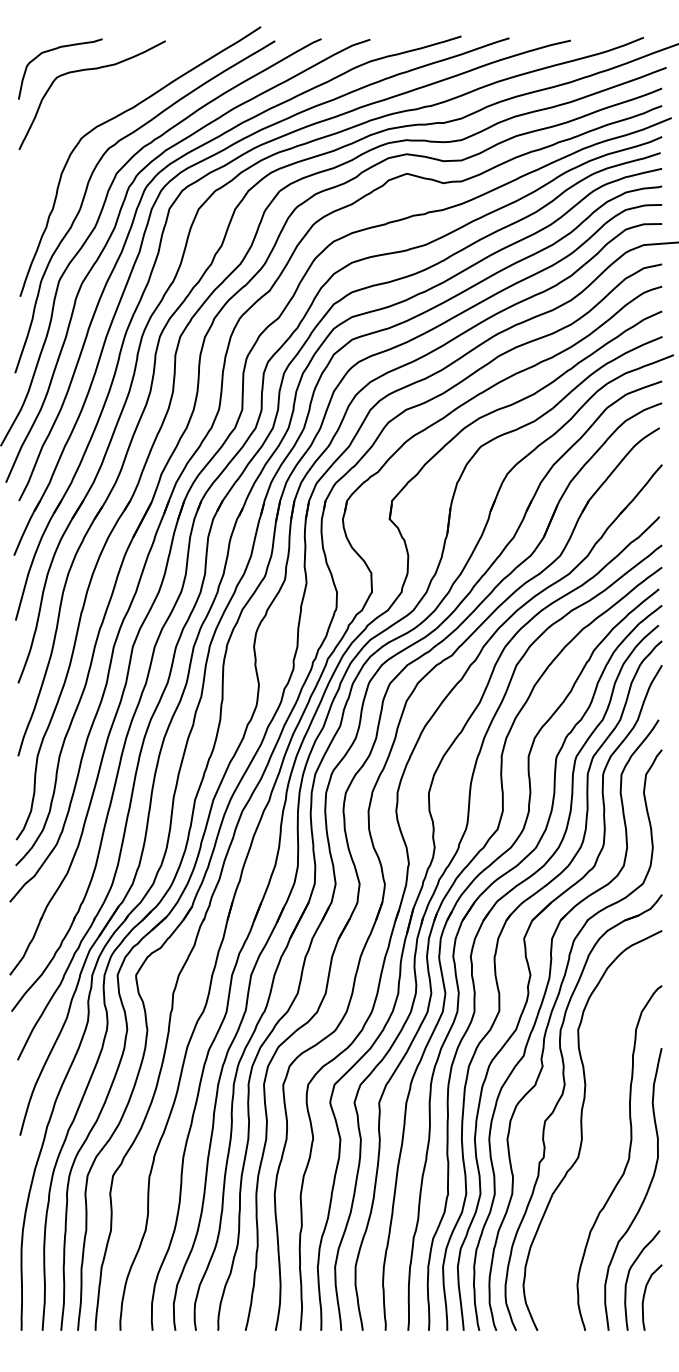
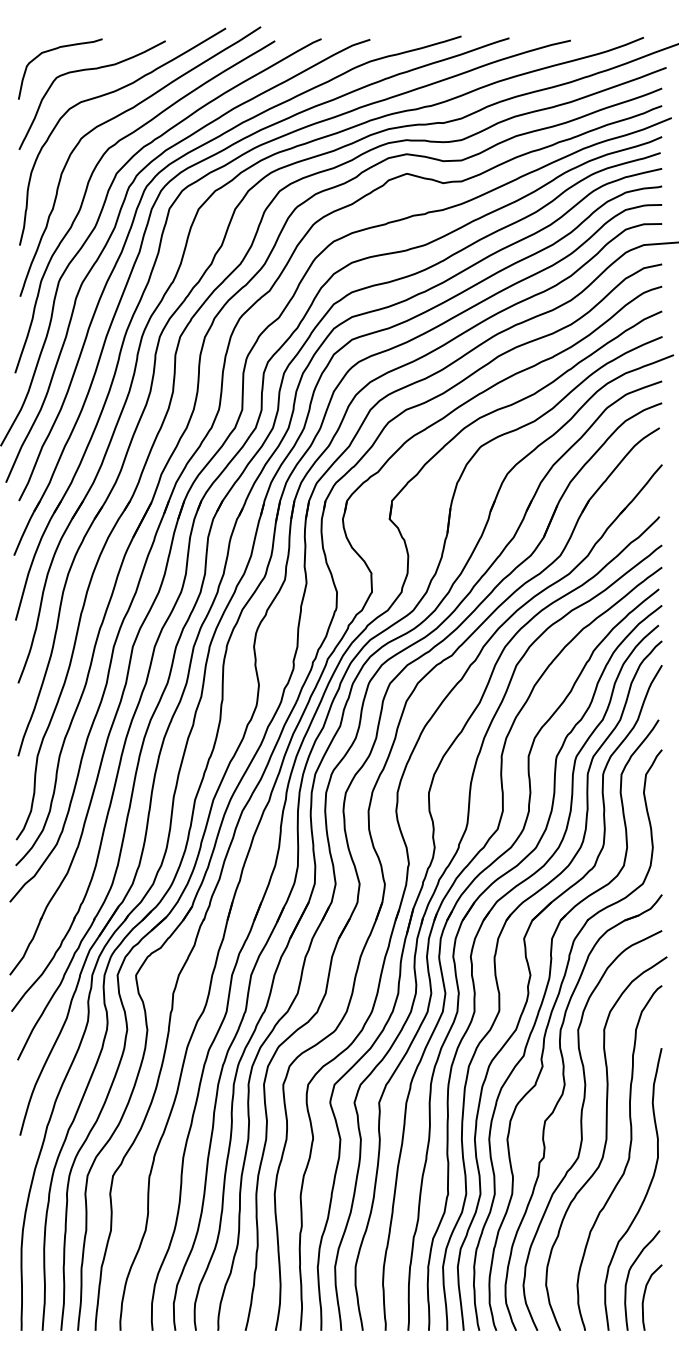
curve at (109, 94): none -> present
curve at (606, 1143): none -> present
